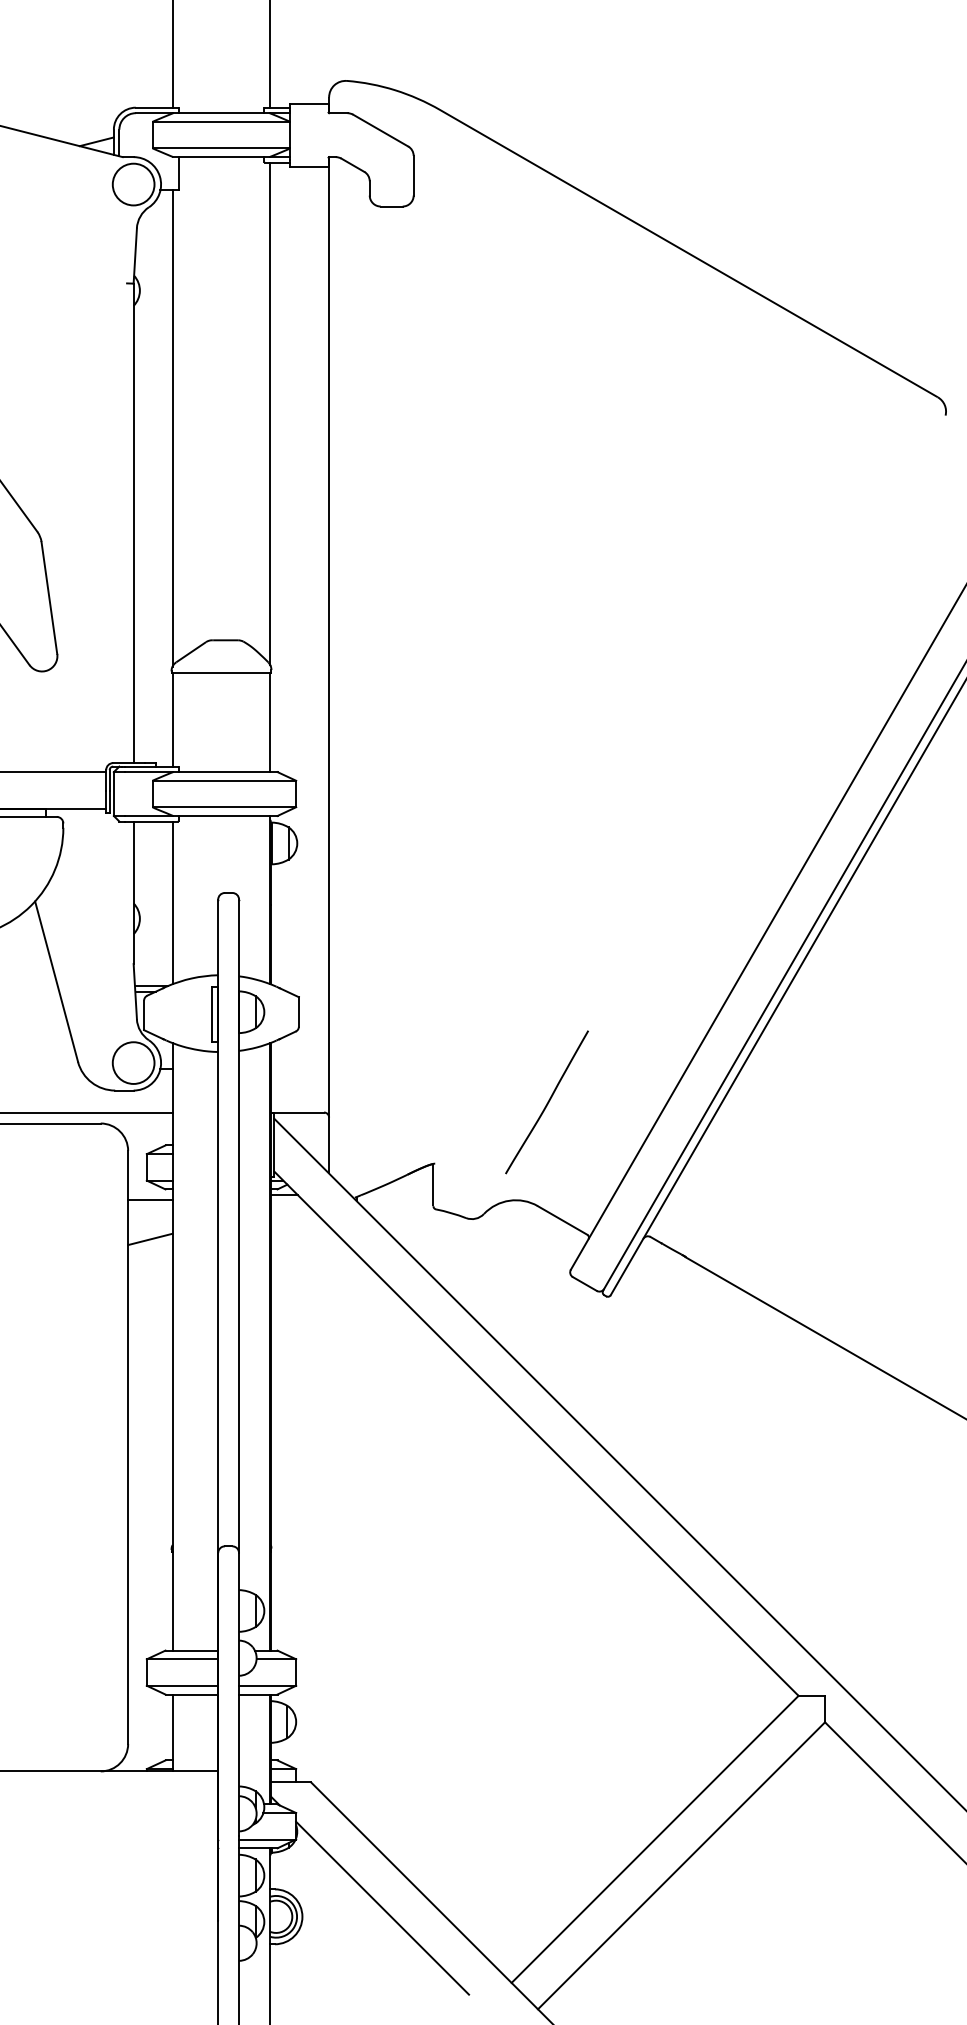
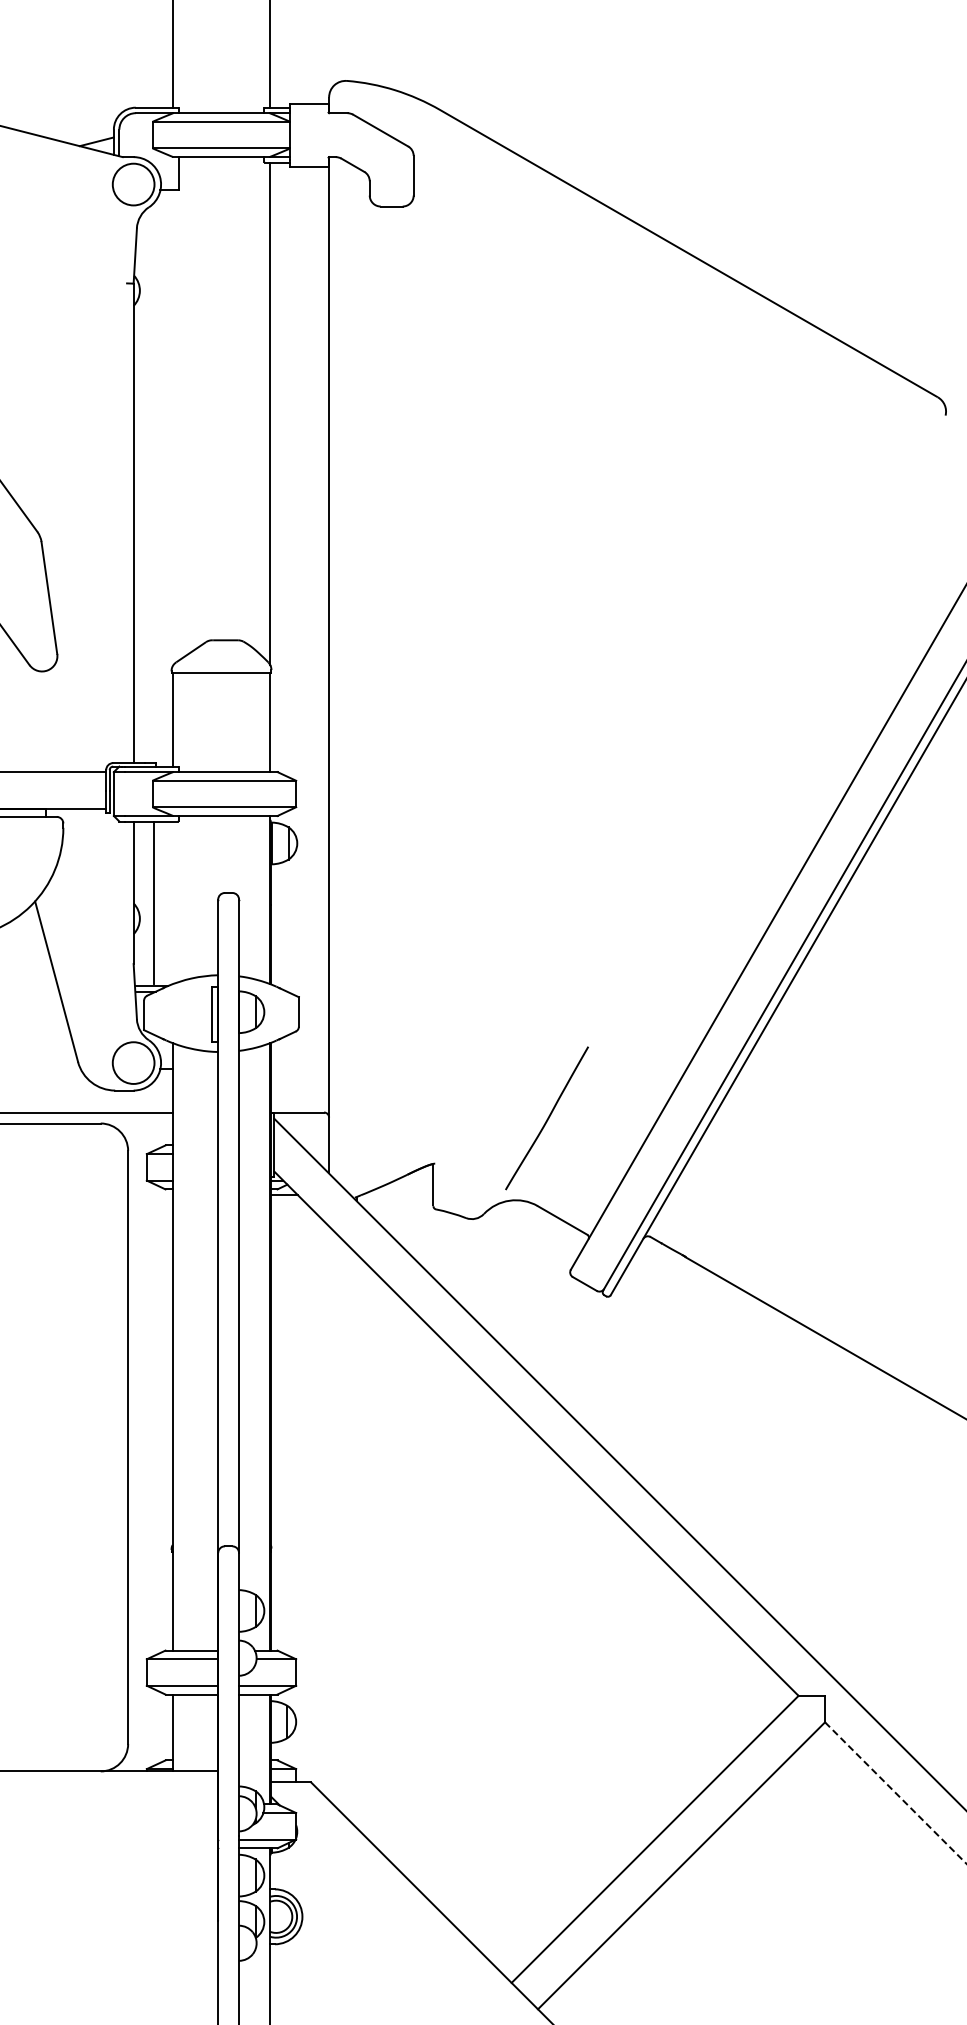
line at (172, 428): present -> none
line at (172, 902) position: (172, 902) -> (153, 902)
part at (546, 1102) position: (546, 1102) -> (546, 1118)
line at (150, 1200): present -> none
line at (150, 1239): present -> none
line at (895, 1792): solid -> dashed
line at (382, 1907): present -> none
